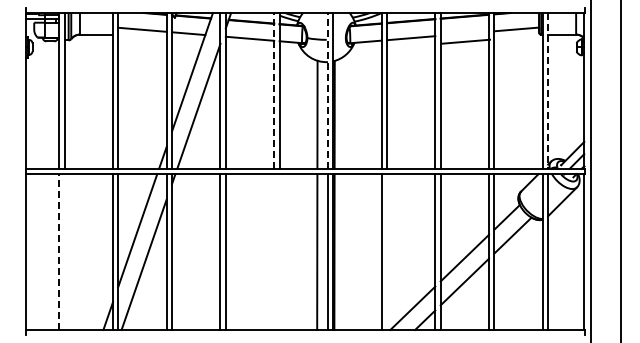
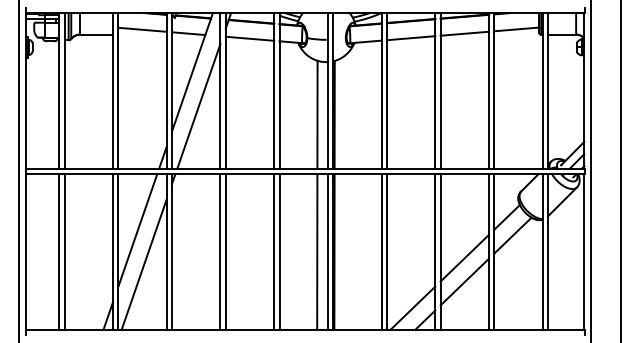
line at (465, 41) position: (465, 41) -> (464, 33)
line at (274, 90): dashed -> solid
line at (327, 90): dashed -> solid
line at (548, 90): dashed -> solid
line at (19, 170): none -> present
line at (64, 251): none -> present
line at (274, 251): none -> present
line at (279, 251): none -> present
line at (387, 251): none -> present
line at (59, 252): dashed -> solid
